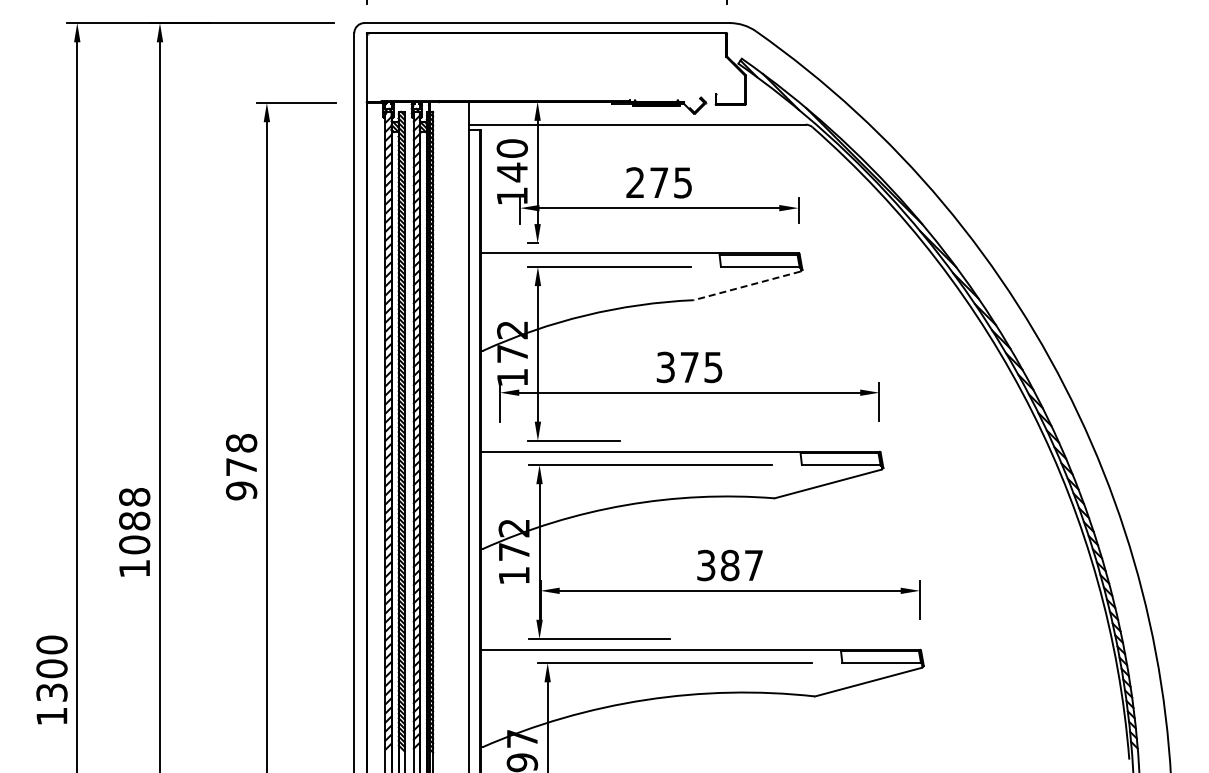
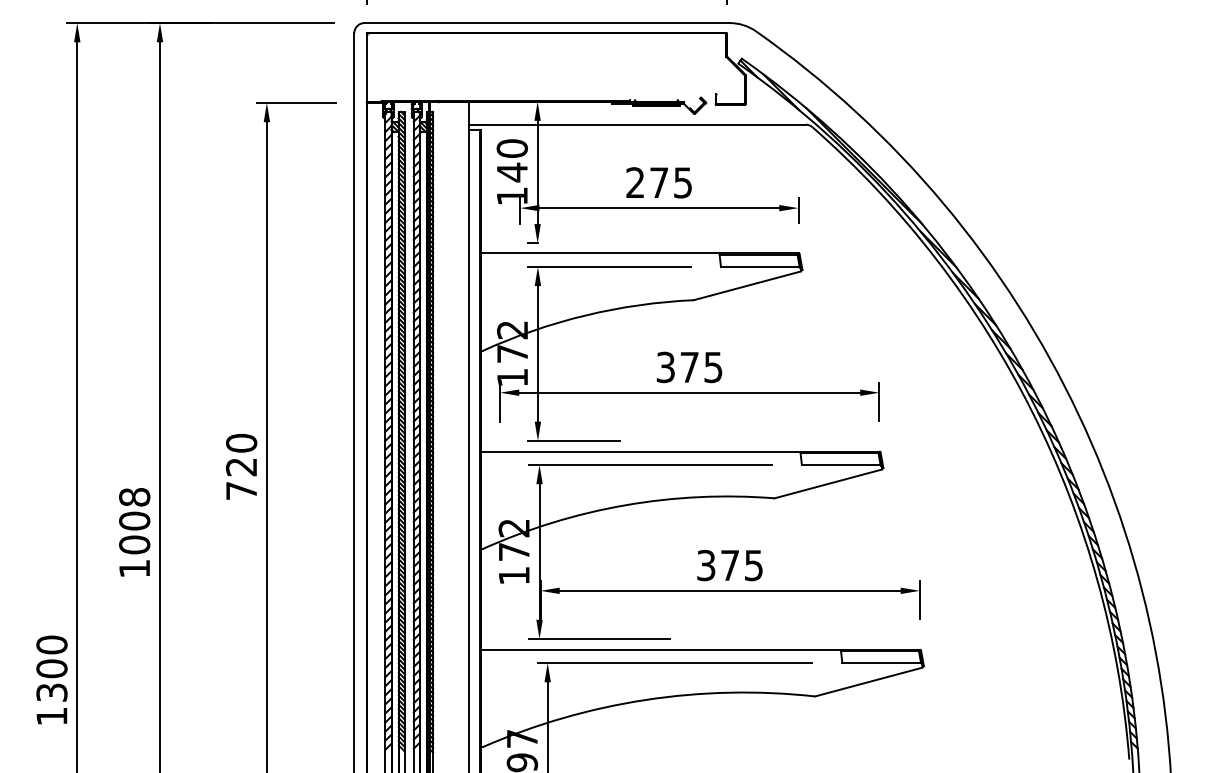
line at (746, 286): dashed -> solid
text at (241, 466): 978 -> 720
text at (134, 520): 1088 -> 1008
text at (741, 565): 387 -> 375
